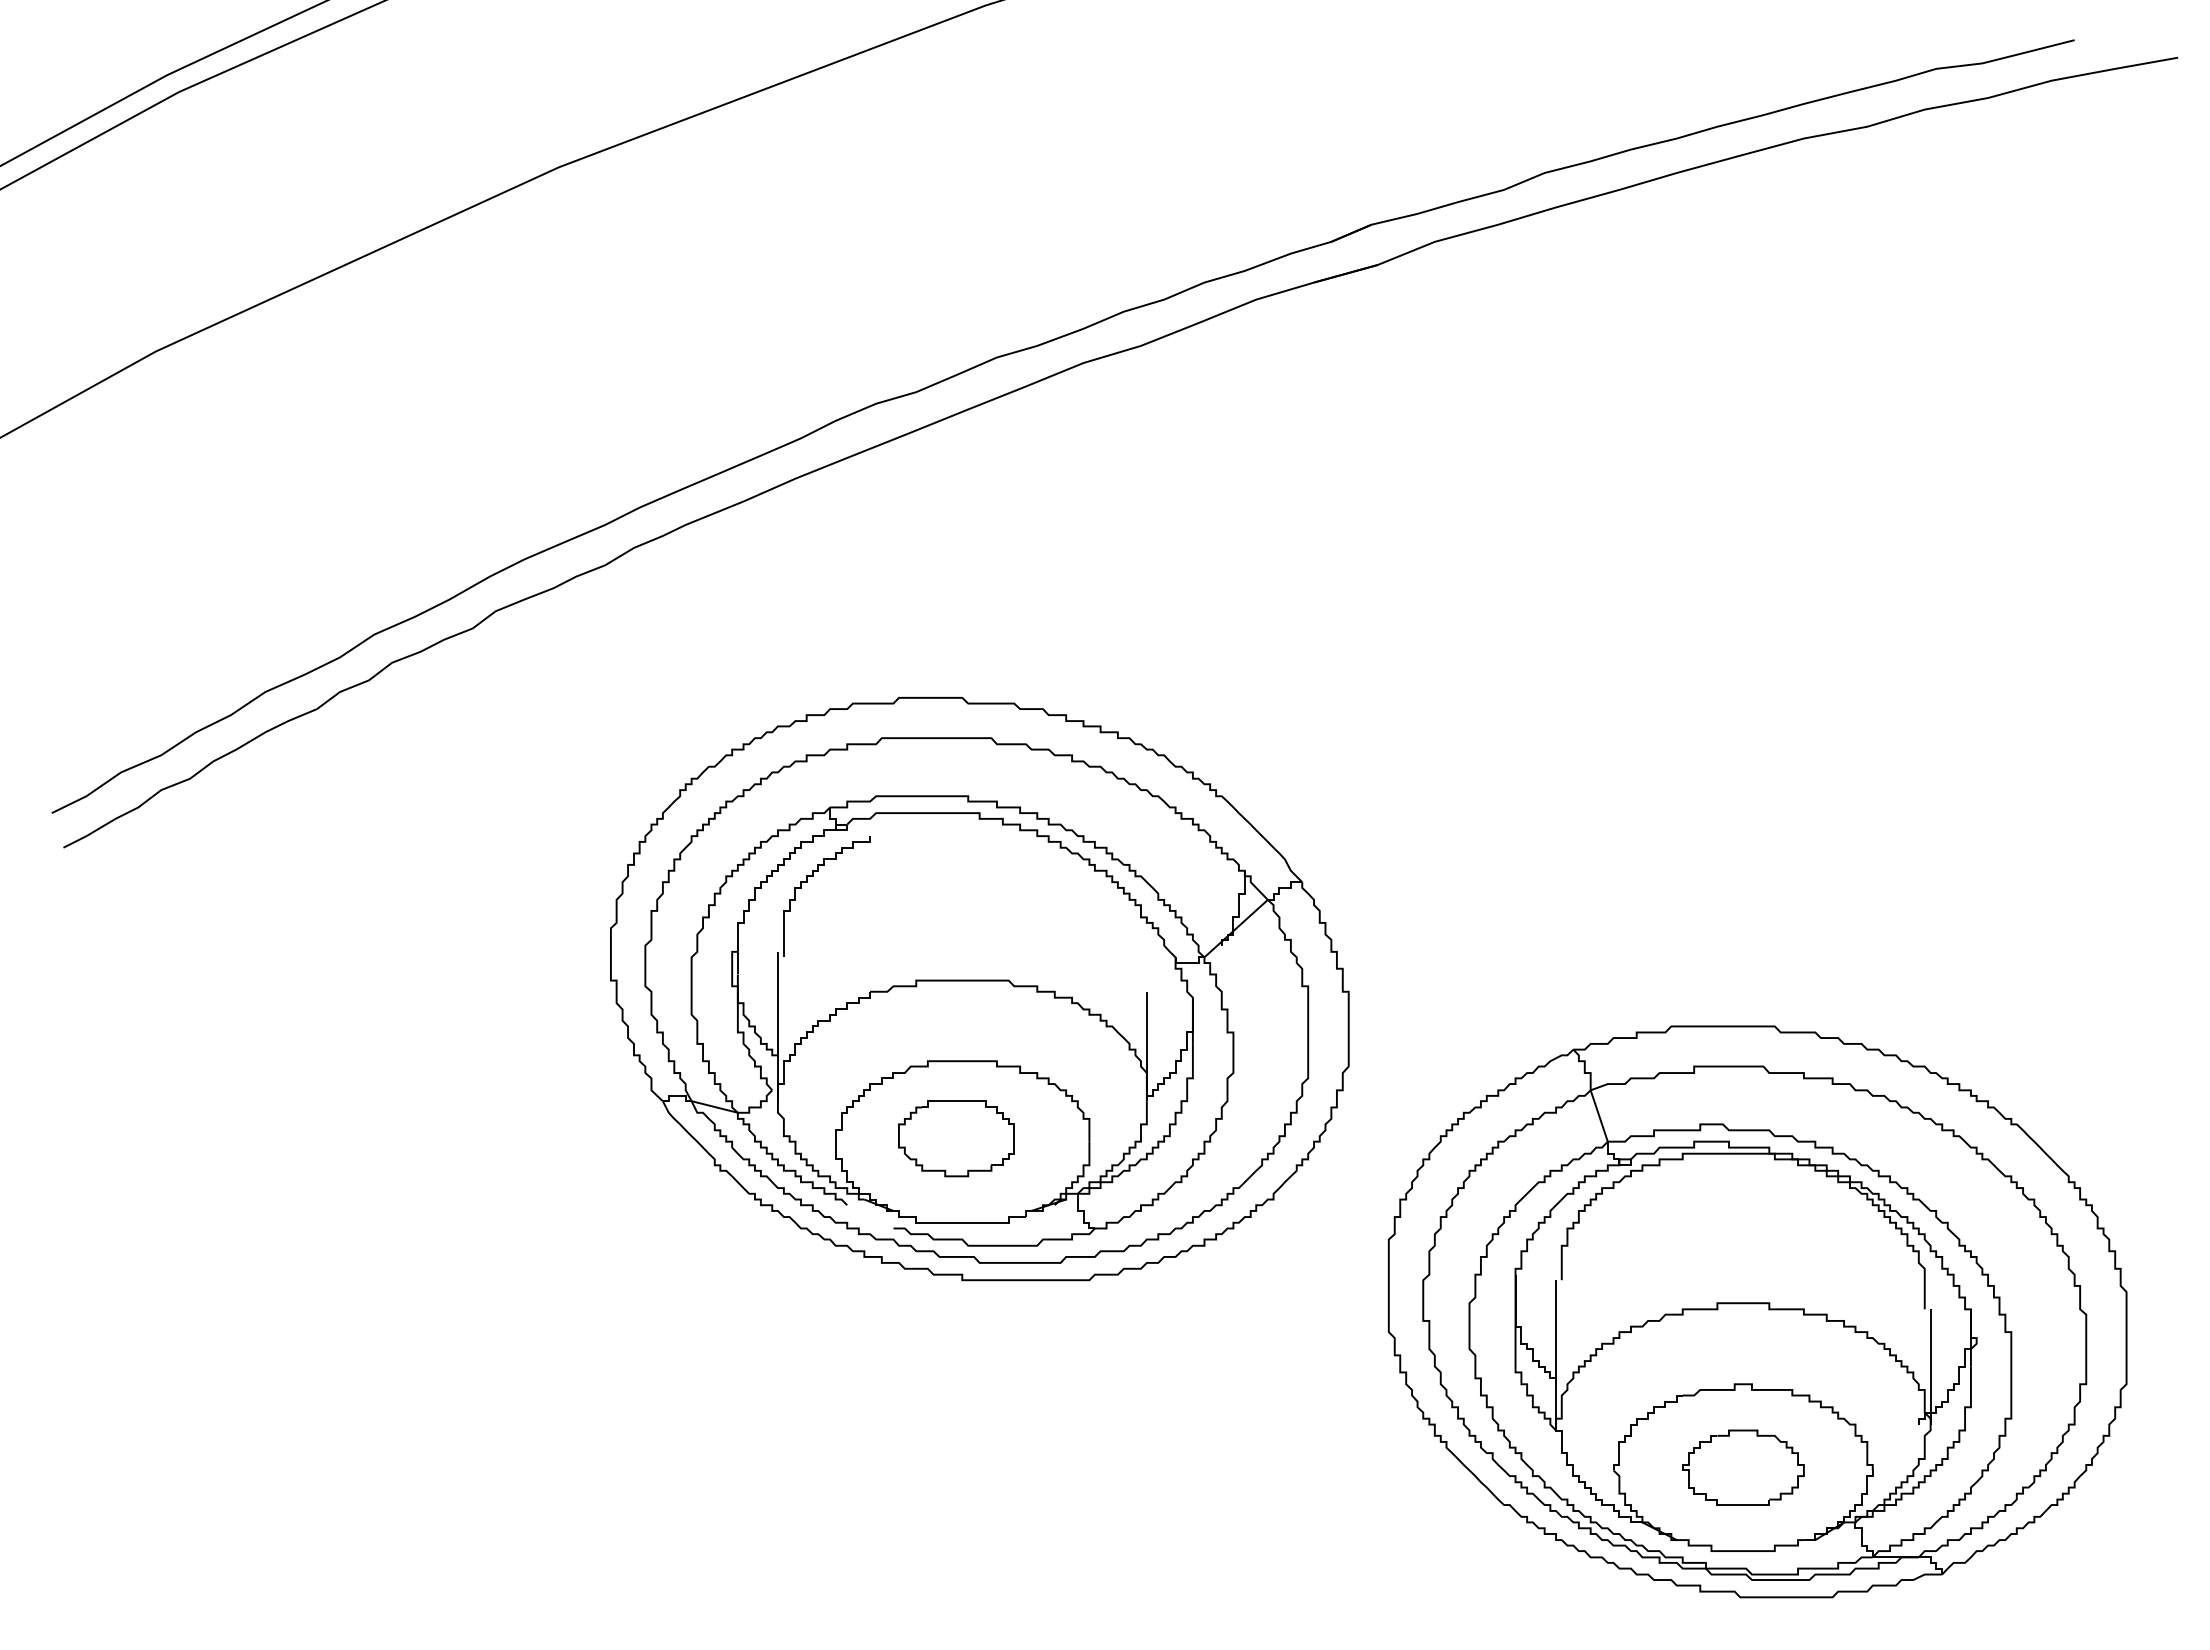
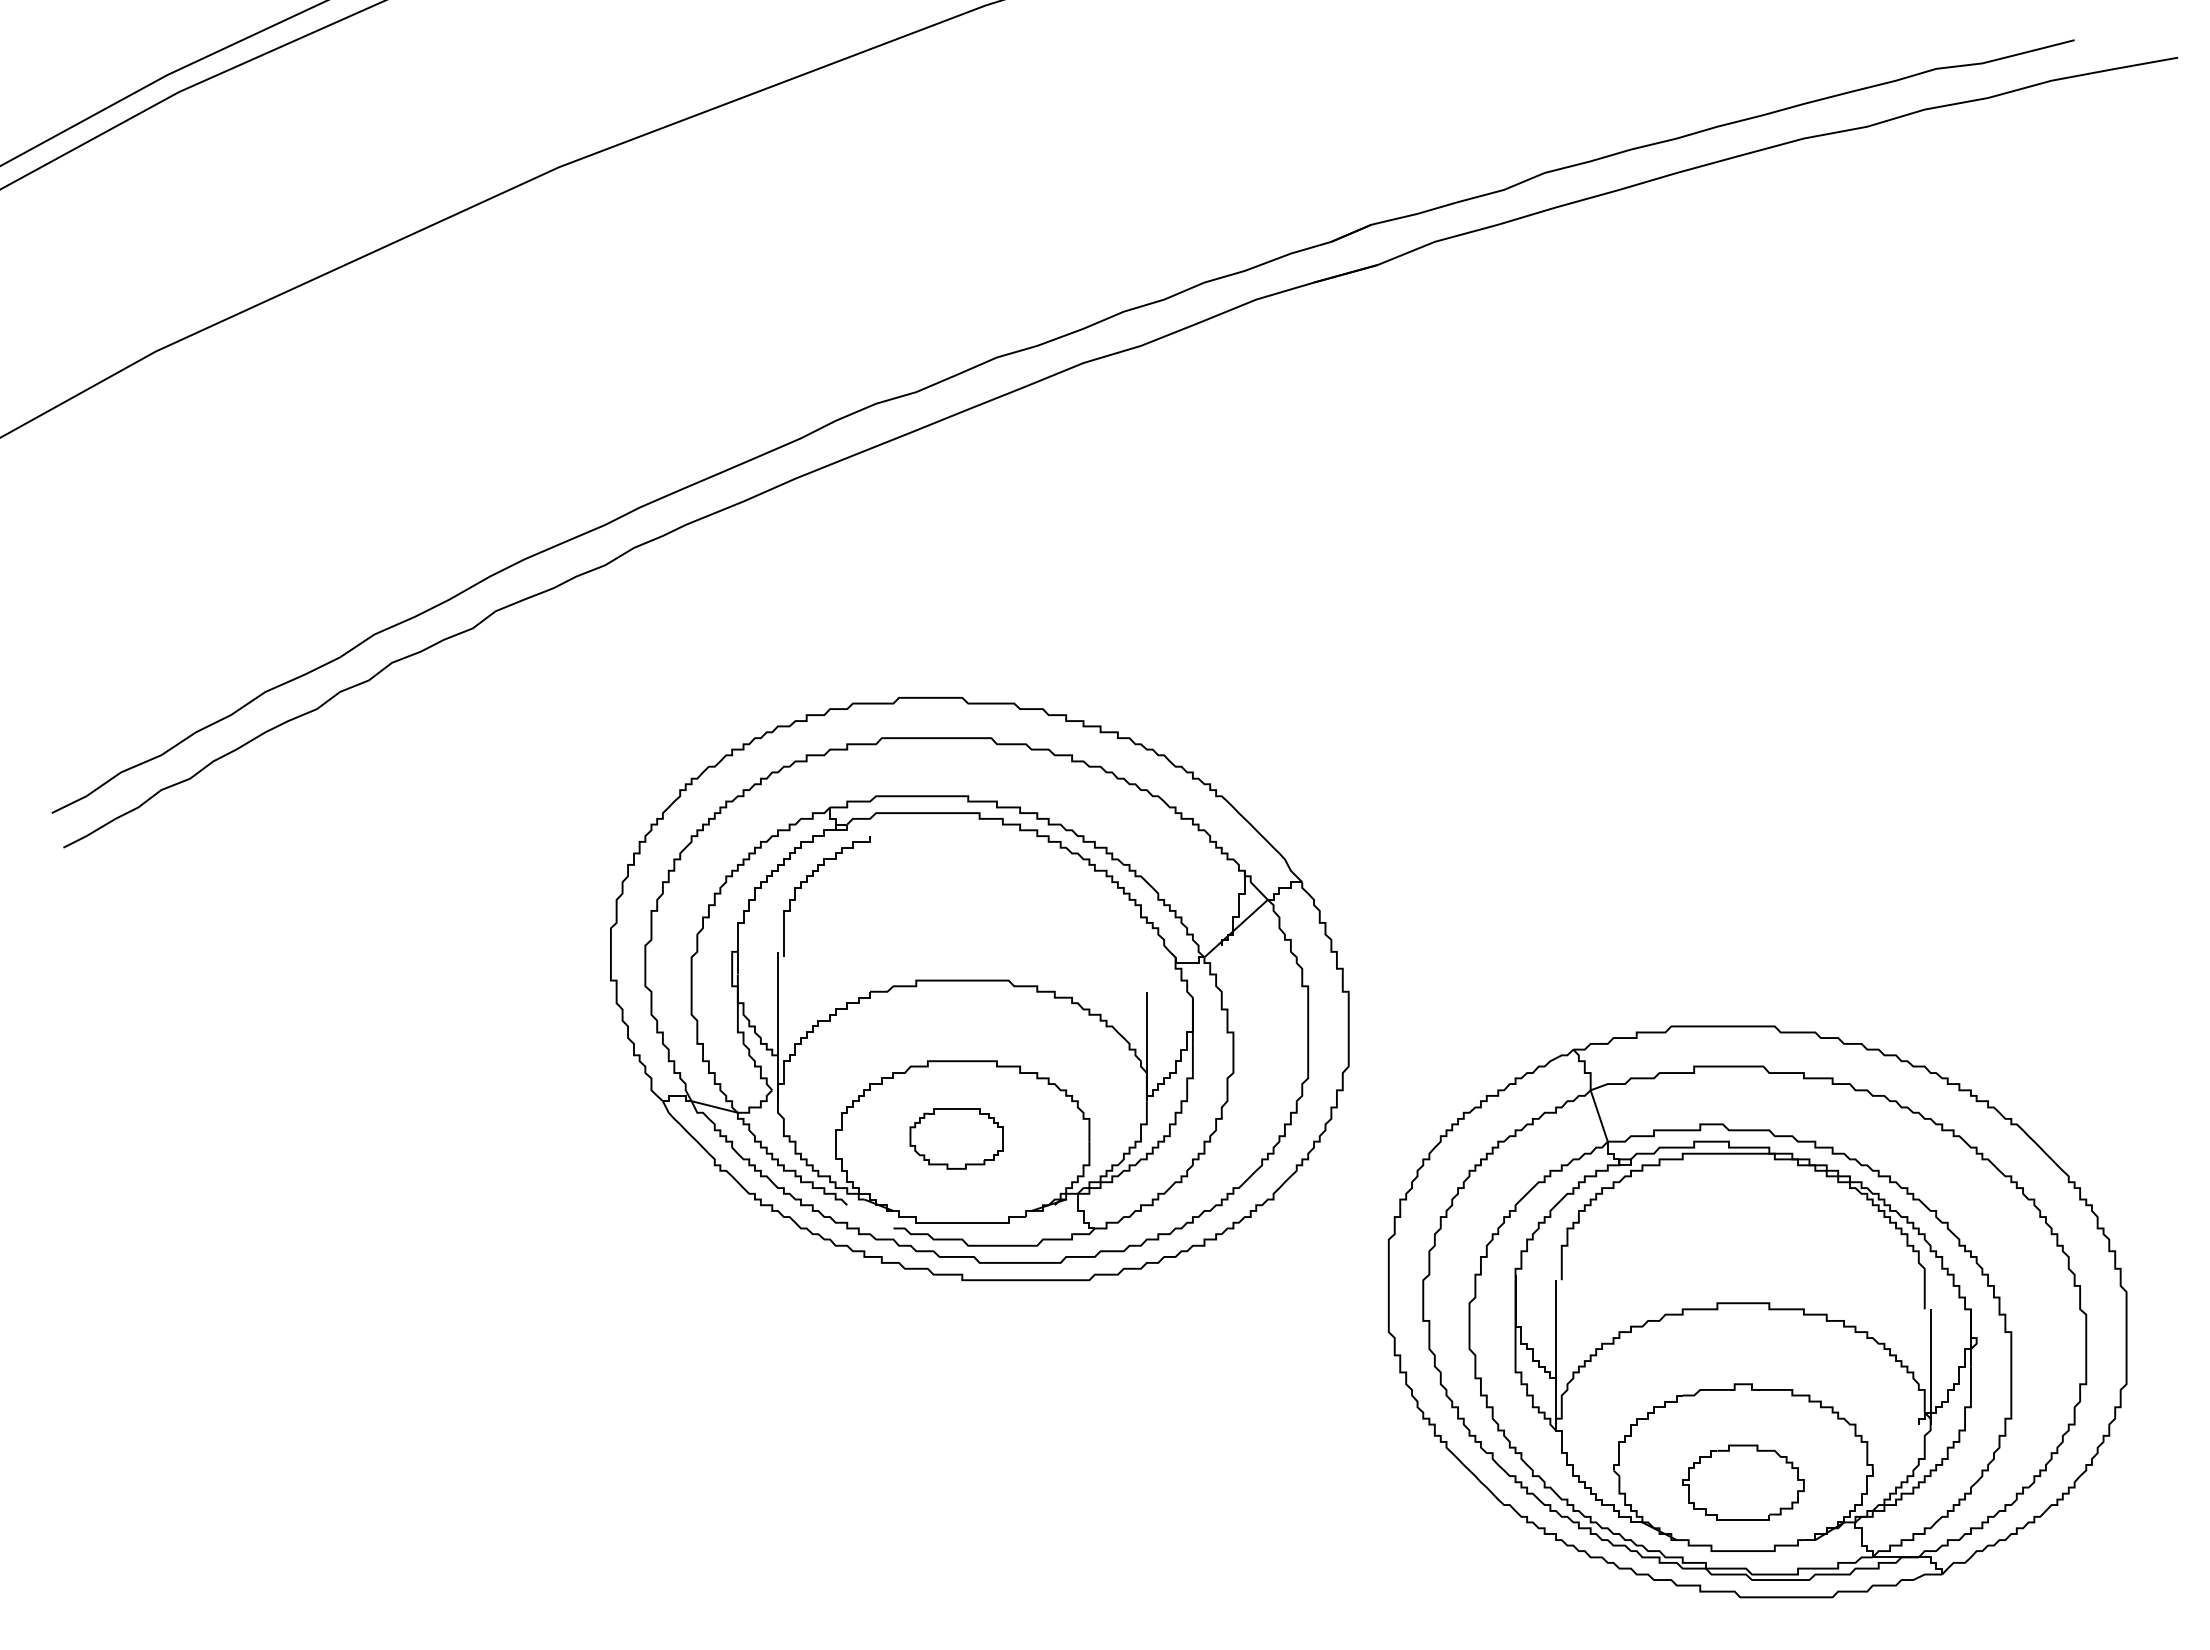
part at (956, 1138) size: 117x78 px -> 95x62 px
part at (1743, 1467) position: (1743, 1467) -> (1743, 1482)
